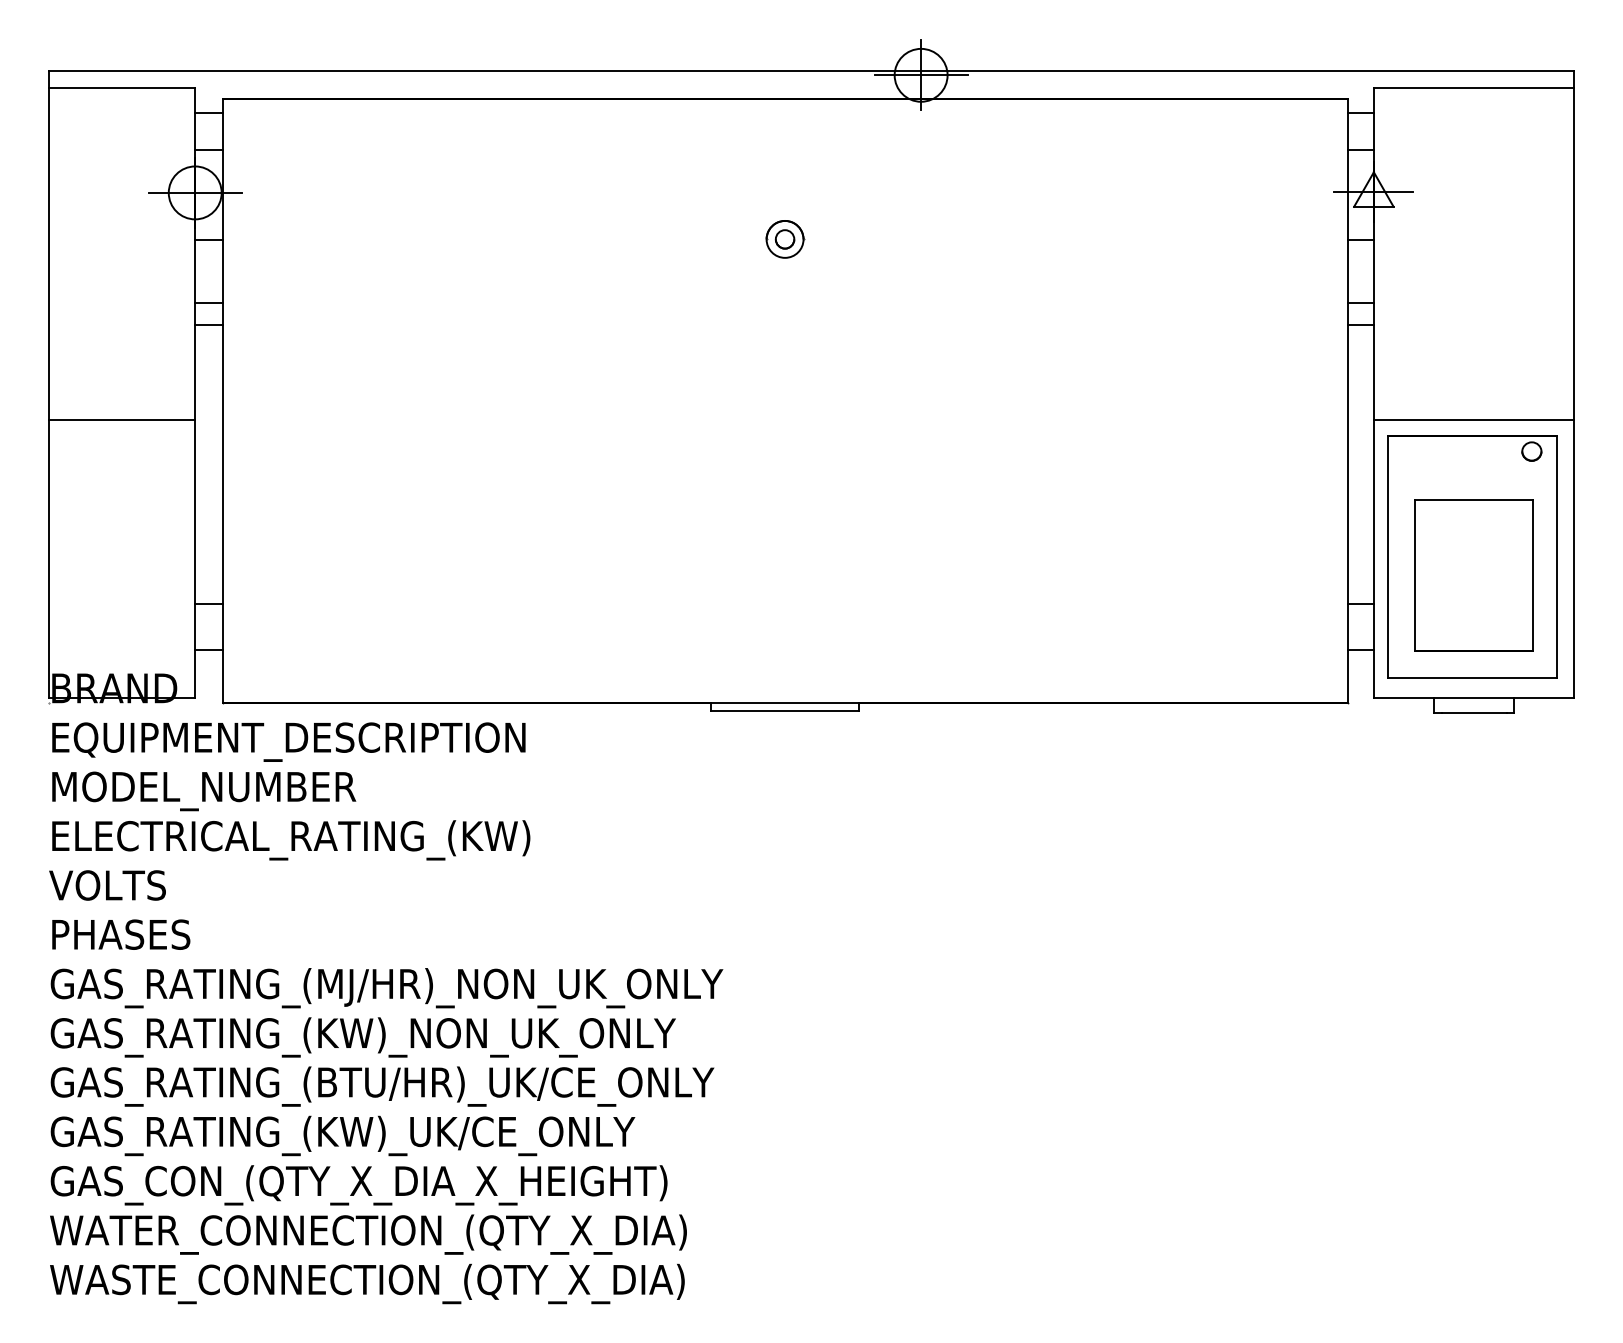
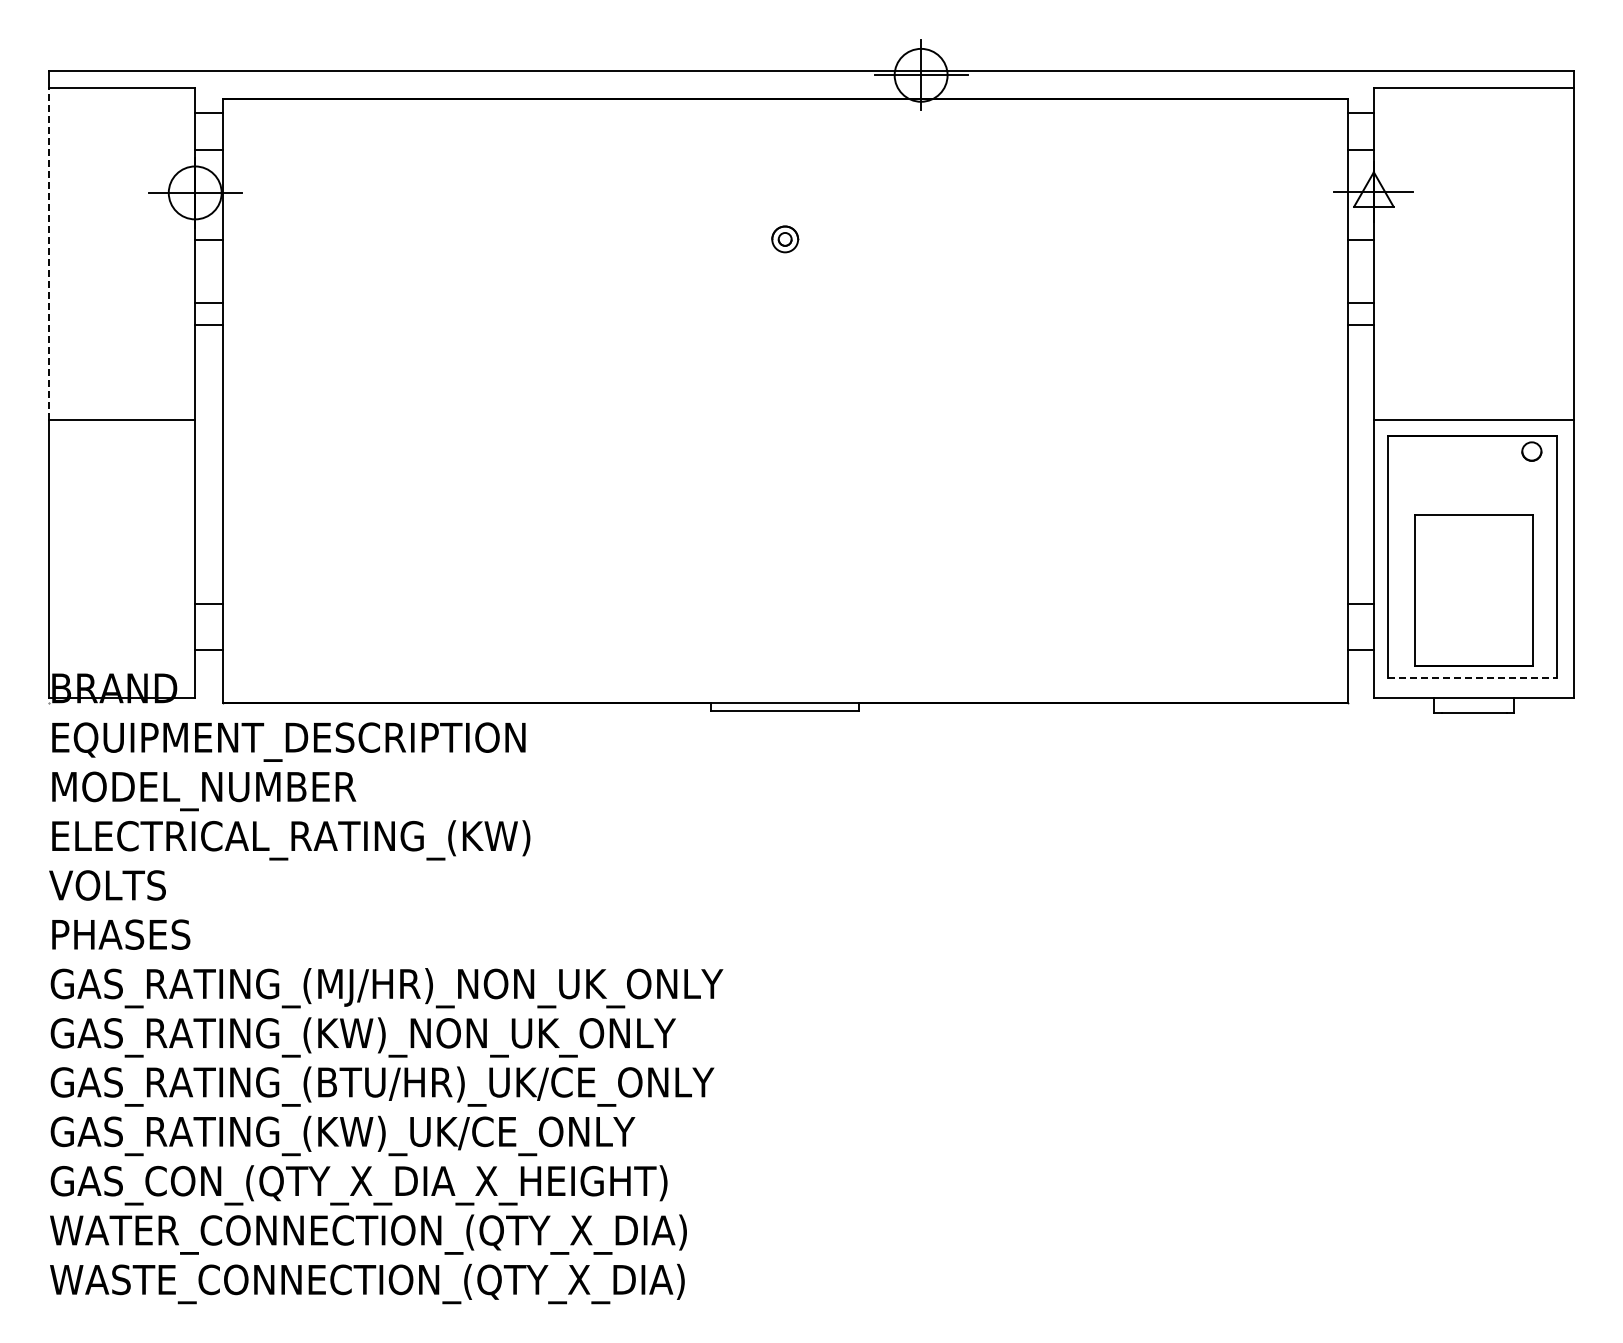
part at (785, 239) size: 41x39 px -> 29x29 px
line at (48, 253): solid -> dashed
part at (1473, 575) position: (1473, 575) -> (1473, 590)
line at (1473, 678): solid -> dashed
